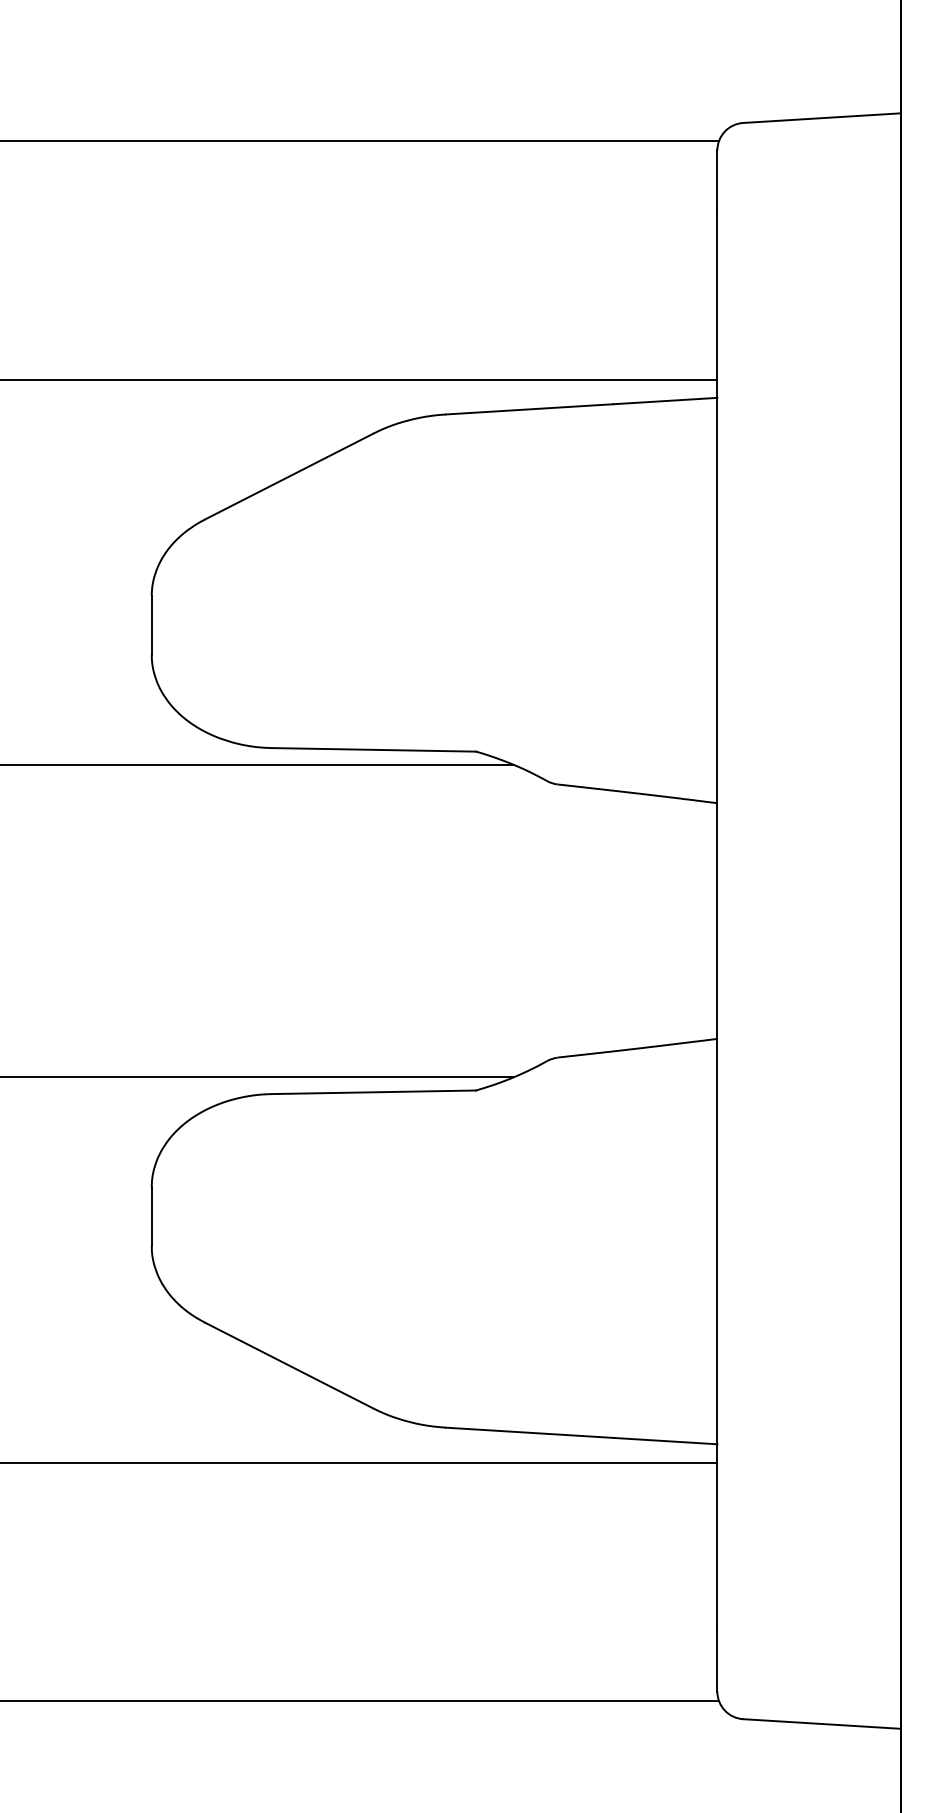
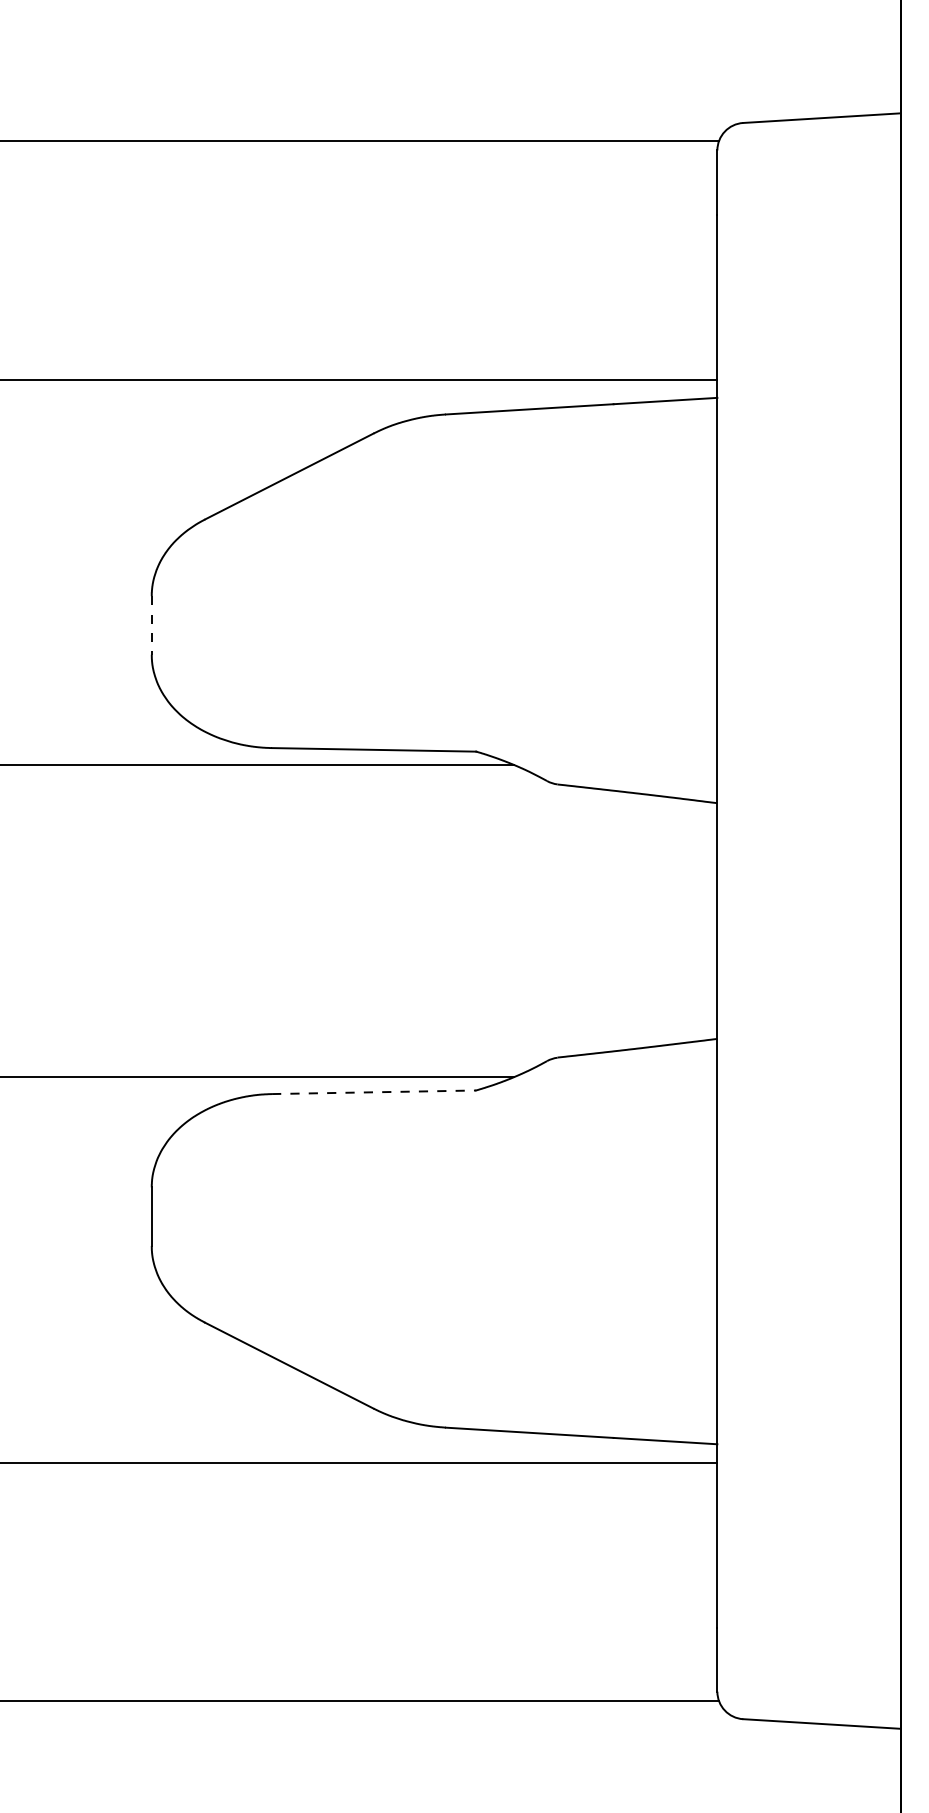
line at (151, 625): solid -> dashed
line at (374, 1092): solid -> dashed
